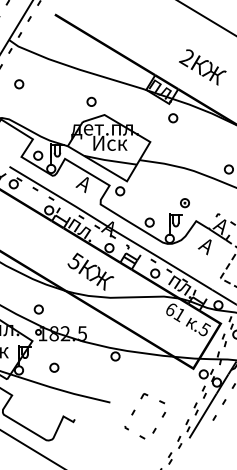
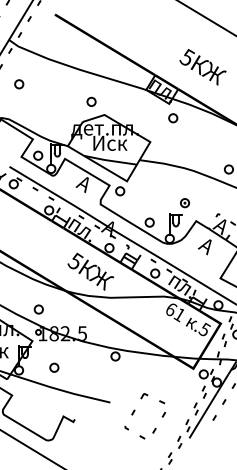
text at (186, 58): 2 -> 5
line at (226, 268): dashed -> solid
